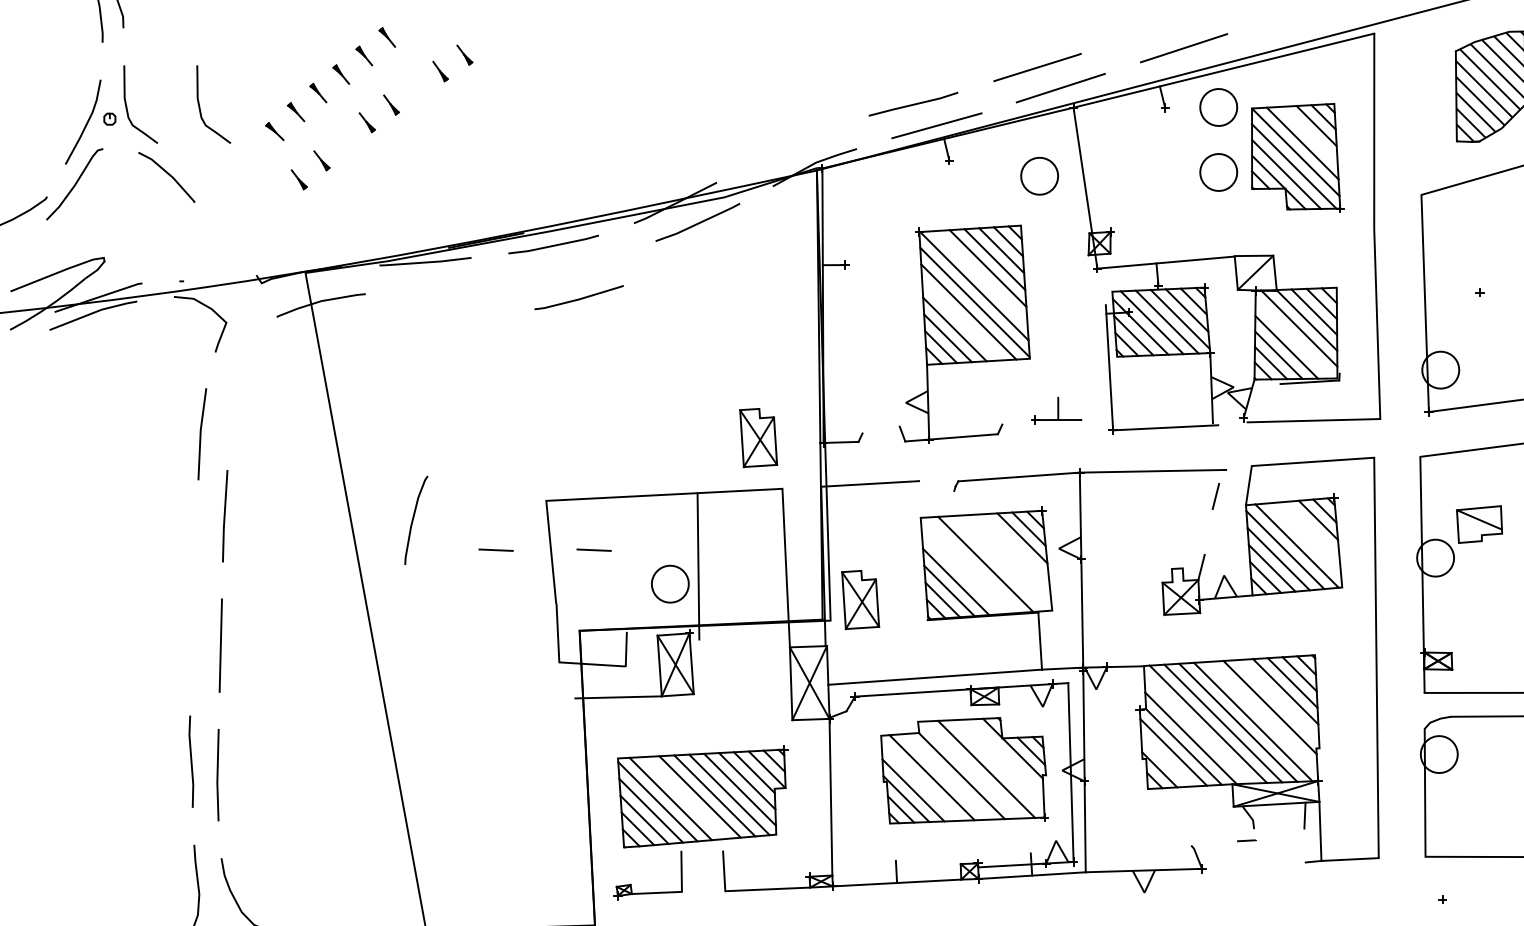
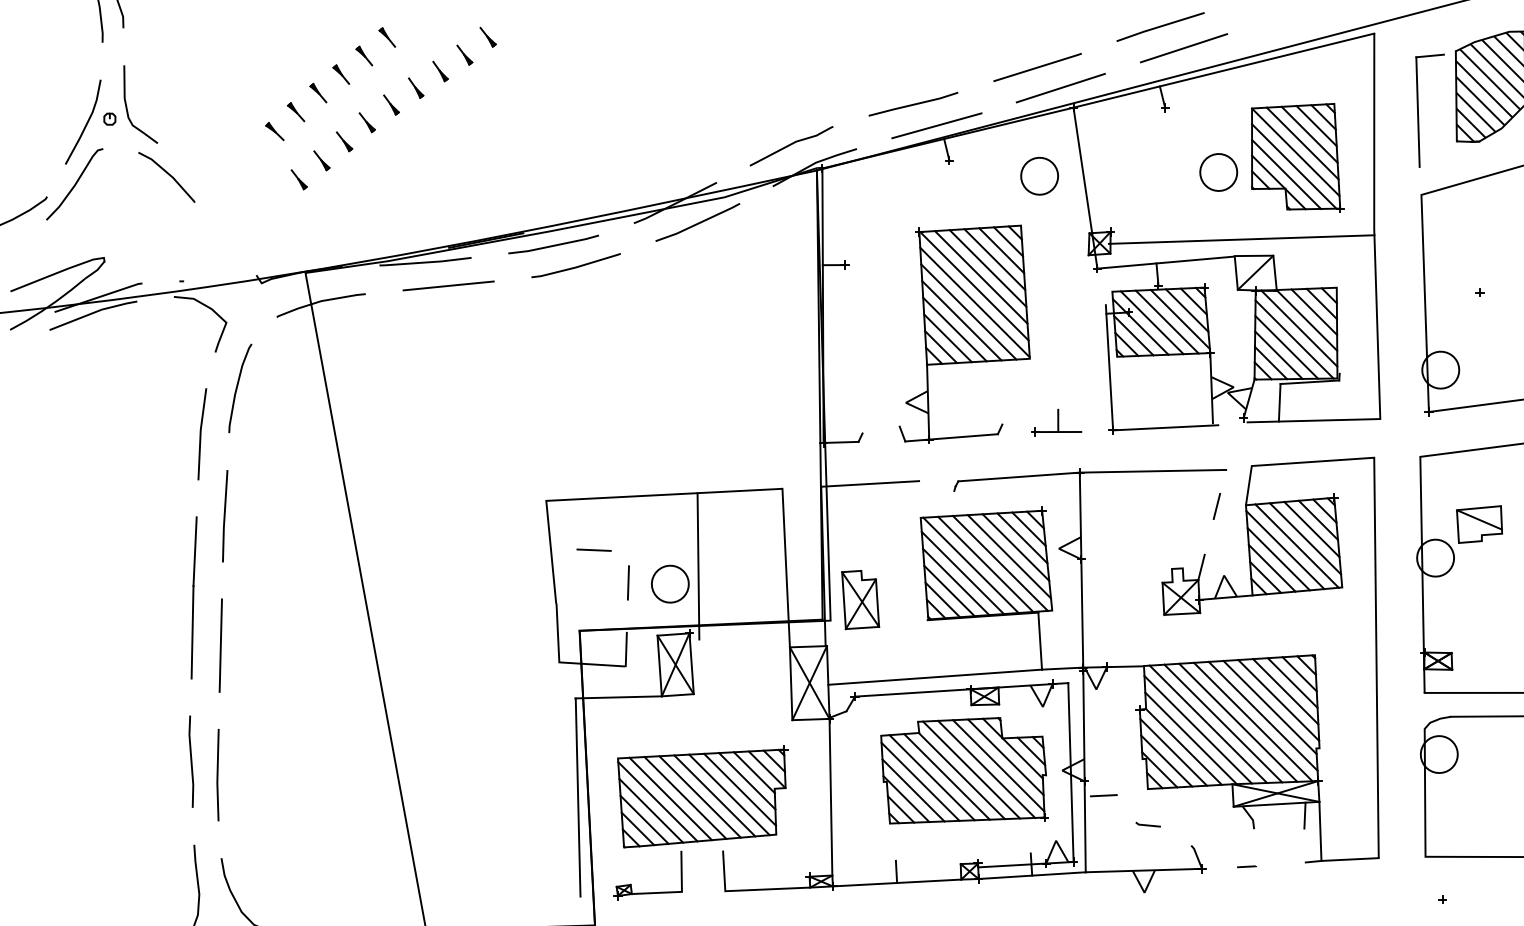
line at (1160, 26): none -> present
part at (487, 36): none -> present
part at (416, 87): none -> present
curve at (200, 106): present -> none
part at (1218, 107): present -> none
part at (1418, 110): none -> present
line at (1309, 134): none -> present
part at (344, 141): none -> present
curve at (791, 145): none -> present
line at (1241, 239): none -> present
line at (980, 277): none -> present
line at (448, 285): none -> present
line at (578, 298) position: (578, 298) -> (575, 266)
line at (961, 320): none -> present
line at (1294, 339): none -> present
line at (1279, 402): none -> present
part at (1056, 410) position: (1056, 410) -> (1056, 422)
part at (758, 438): present -> none
line at (1215, 495) position: (1215, 495) -> (1216, 505)
curve at (414, 518) position: (414, 518) -> (238, 386)
line at (1311, 529): none -> present
line at (1305, 538): none -> present
line at (1015, 547): none -> present
line at (495, 549): present -> none
line at (1009, 556): none -> present
line at (1000, 562): none -> present
line at (970, 565): none -> present
line at (962, 572): none -> present
line at (628, 582): none -> present
line at (193, 597): none -> present
line at (1278, 700): none -> present
line at (1262, 715): none -> present
line at (1197, 729): none -> present
line at (1005, 757): none -> present
line at (1166, 760): none -> present
line at (998, 765): none -> present
line at (971, 769): none -> present
line at (946, 776): none -> present
line at (920, 781): none -> present
line at (1103, 795): none -> present
line at (577, 797): none -> present
line at (685, 797): none -> present
line at (1147, 824): none -> present
line at (1246, 840) position: (1246, 840) -> (1246, 866)
